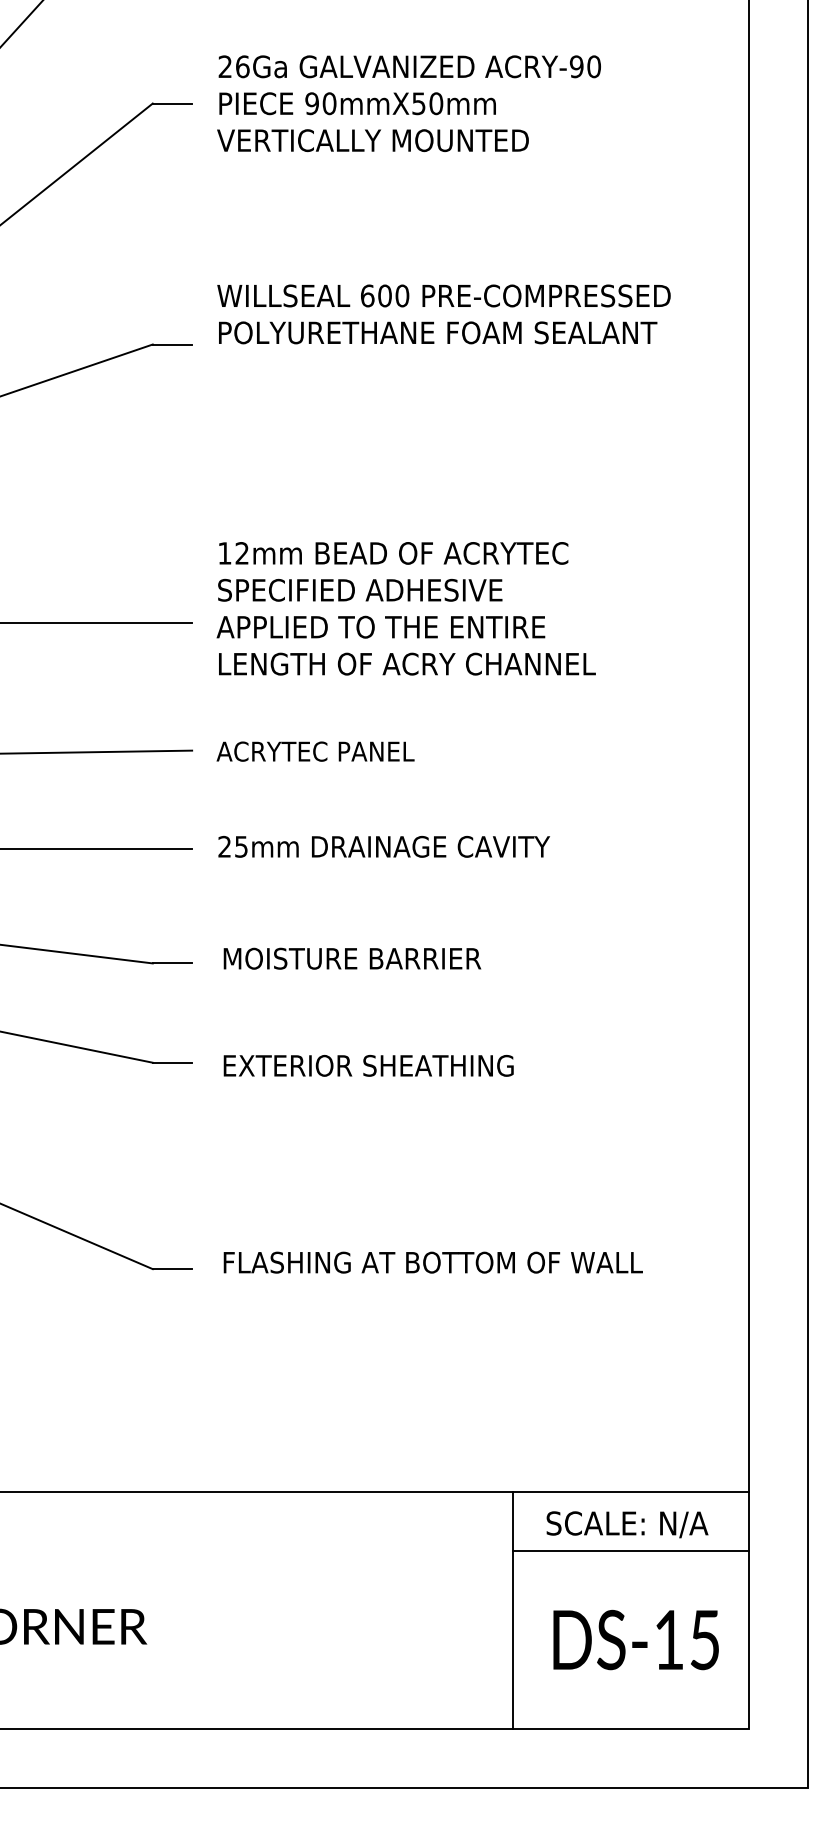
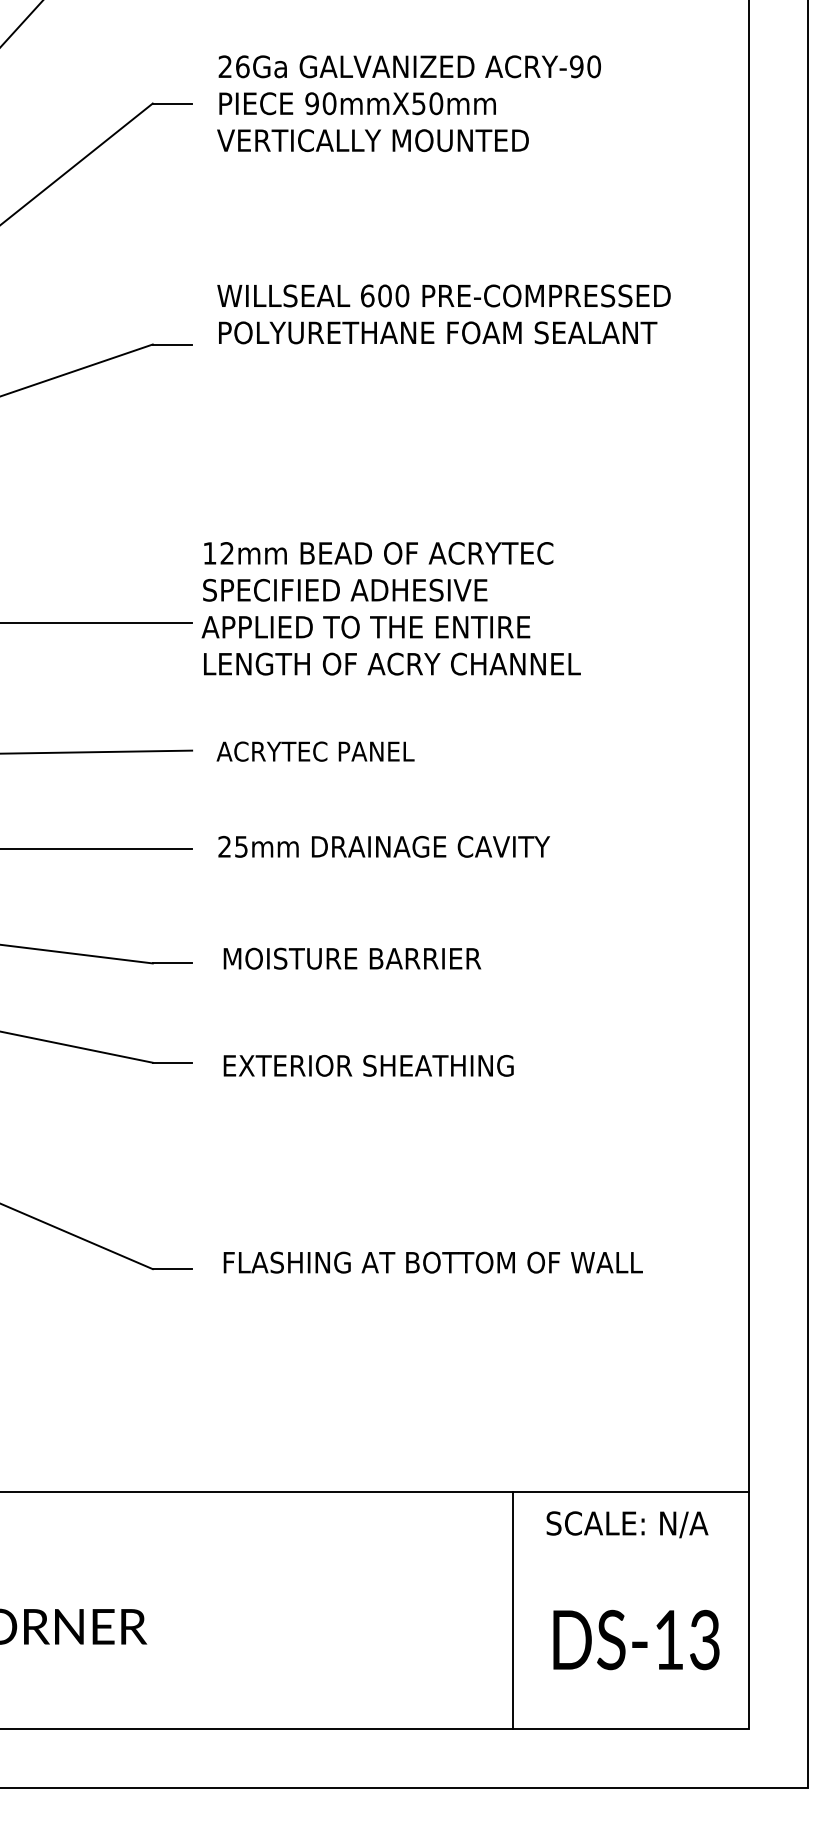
text at (405, 608) position: (405, 608) -> (390, 608)
line at (630, 1551): present -> none
text at (704, 1639): DS-15 -> DS-13
